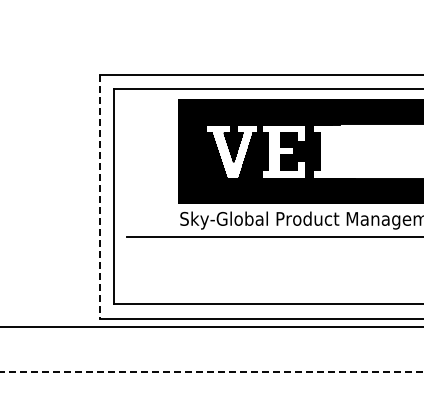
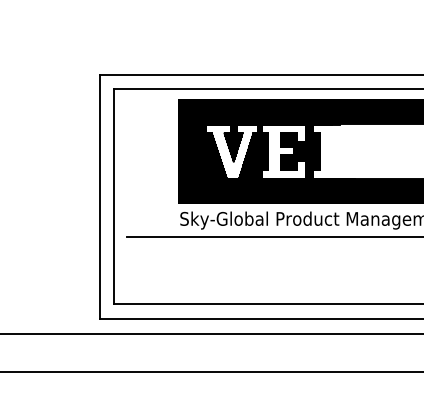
line at (99, 196): dashed -> solid
line at (211, 327) position: (211, 327) -> (211, 334)
line at (212, 372): dashed -> solid
